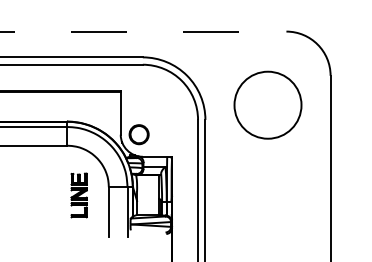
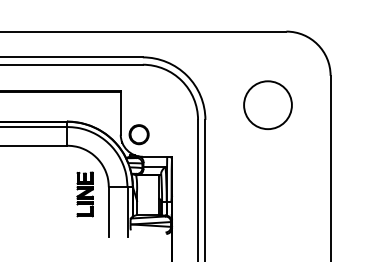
line at (143, 31): dashed -> solid
circle at (267, 104) diameter: 67 px -> 48 px
part at (78, 195) position: (78, 195) -> (84, 194)
